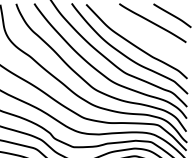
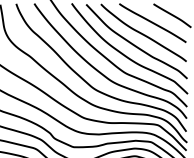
curve at (143, 33): none -> present
